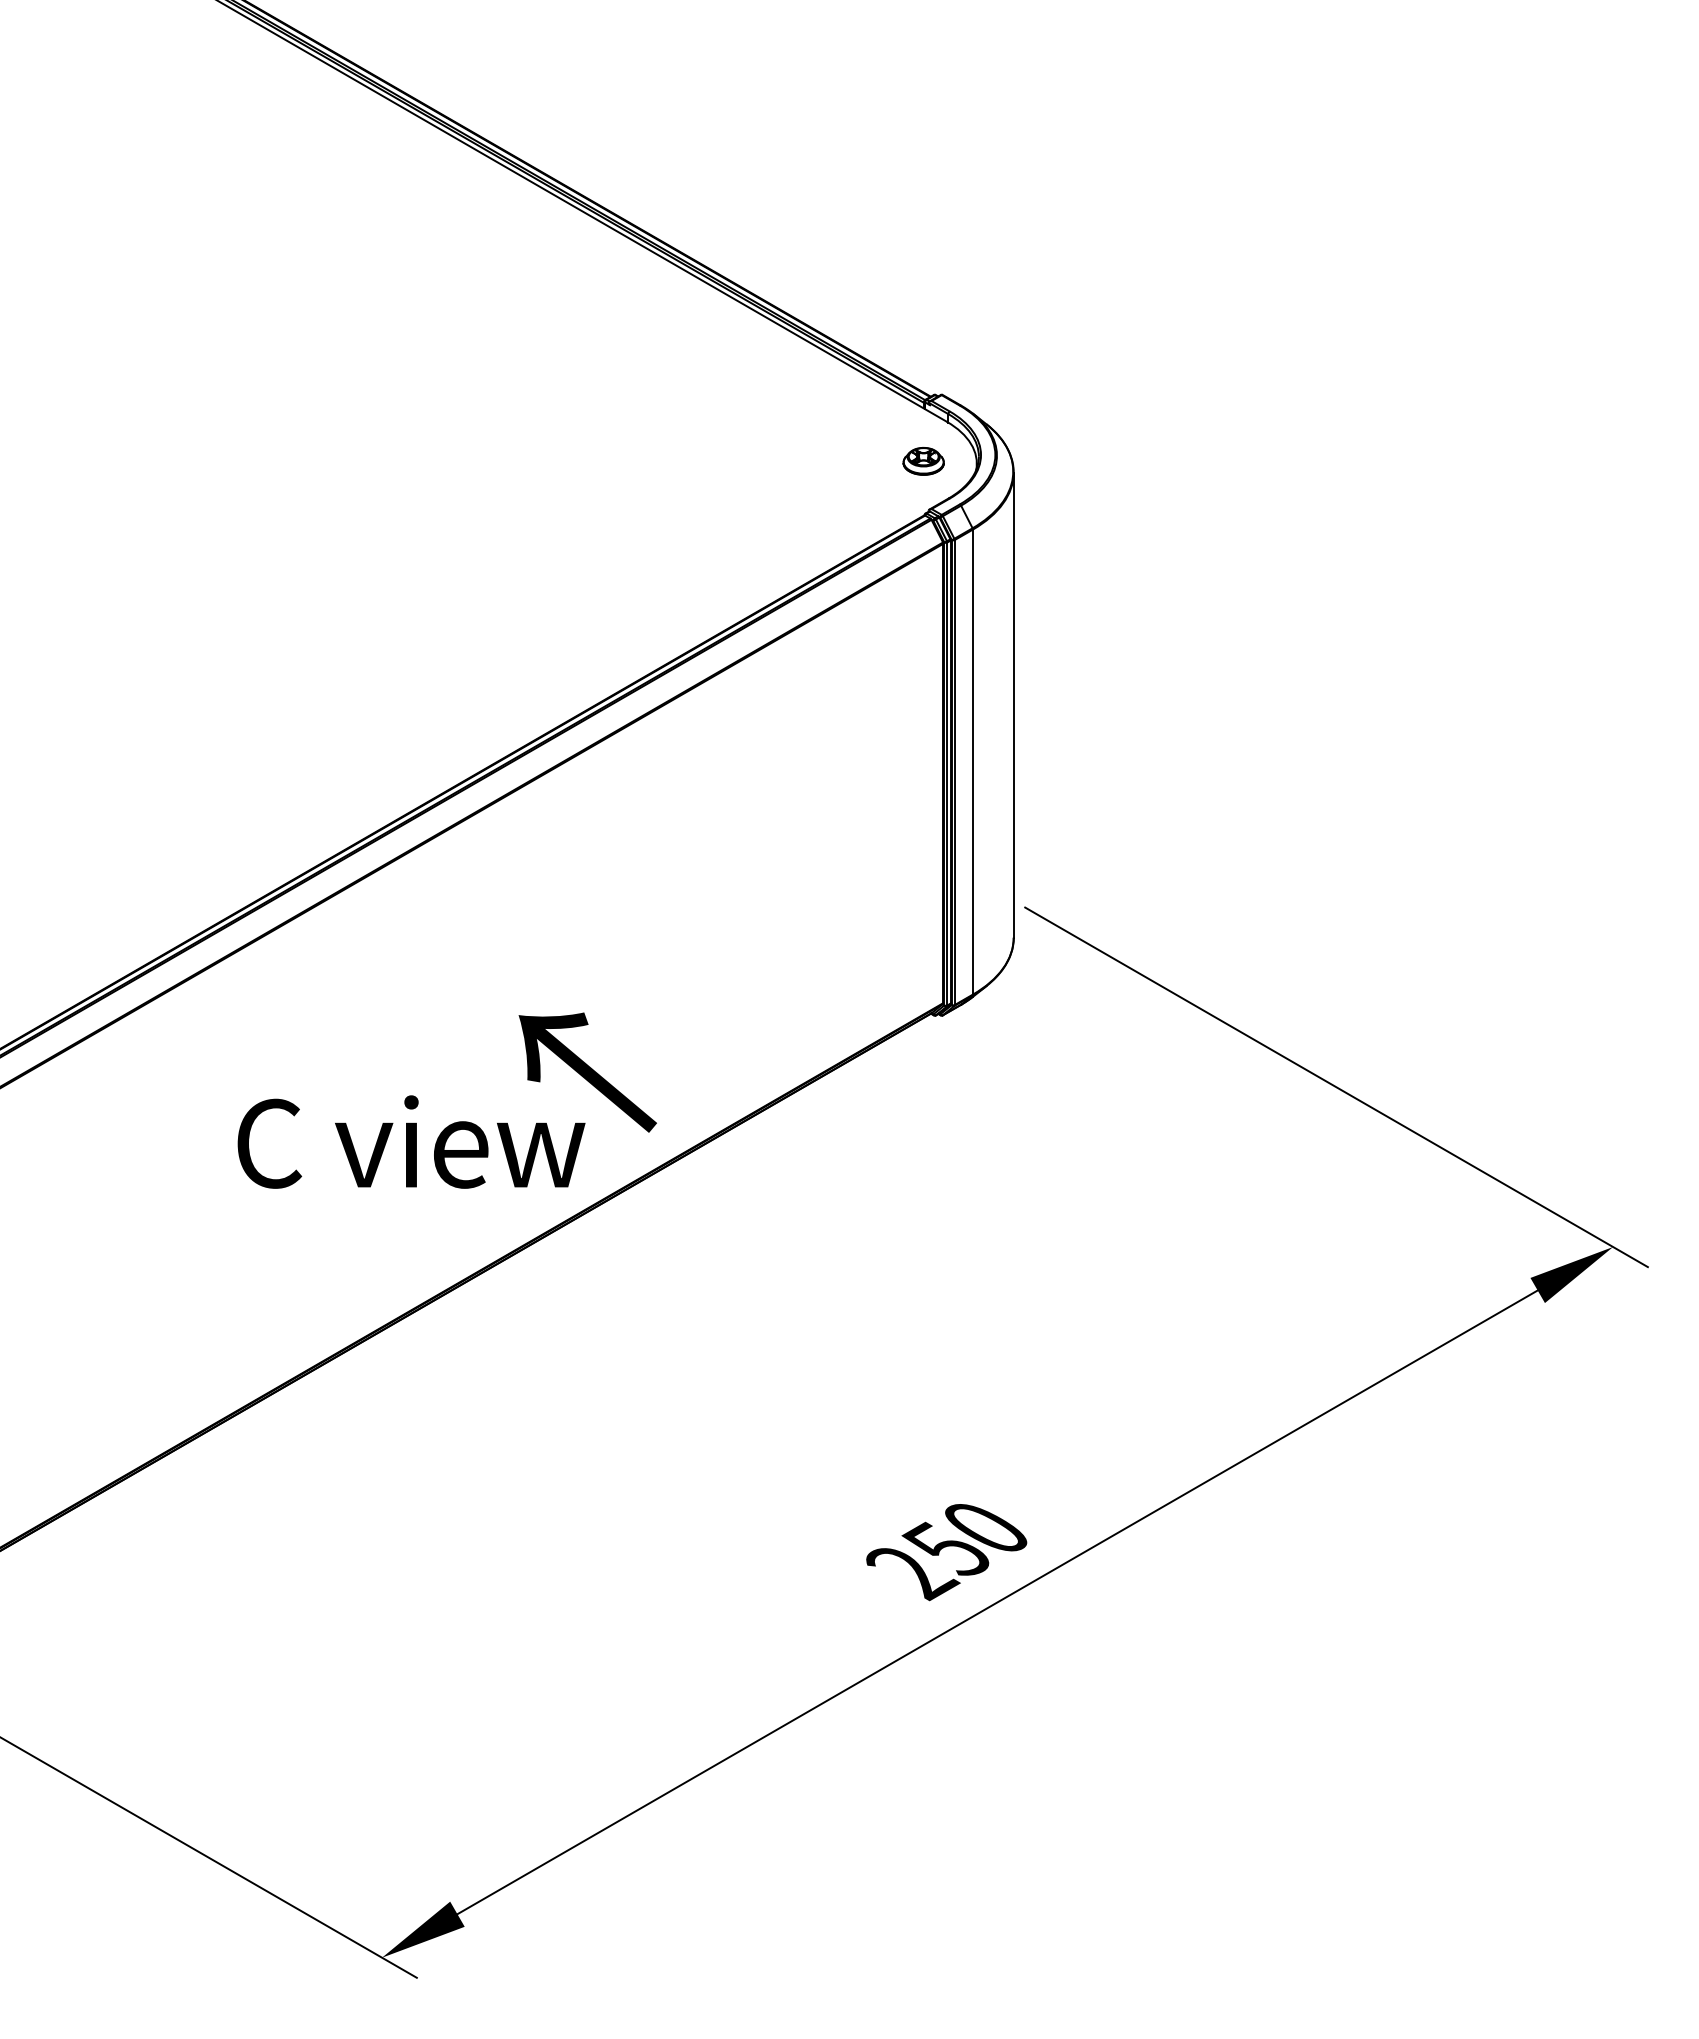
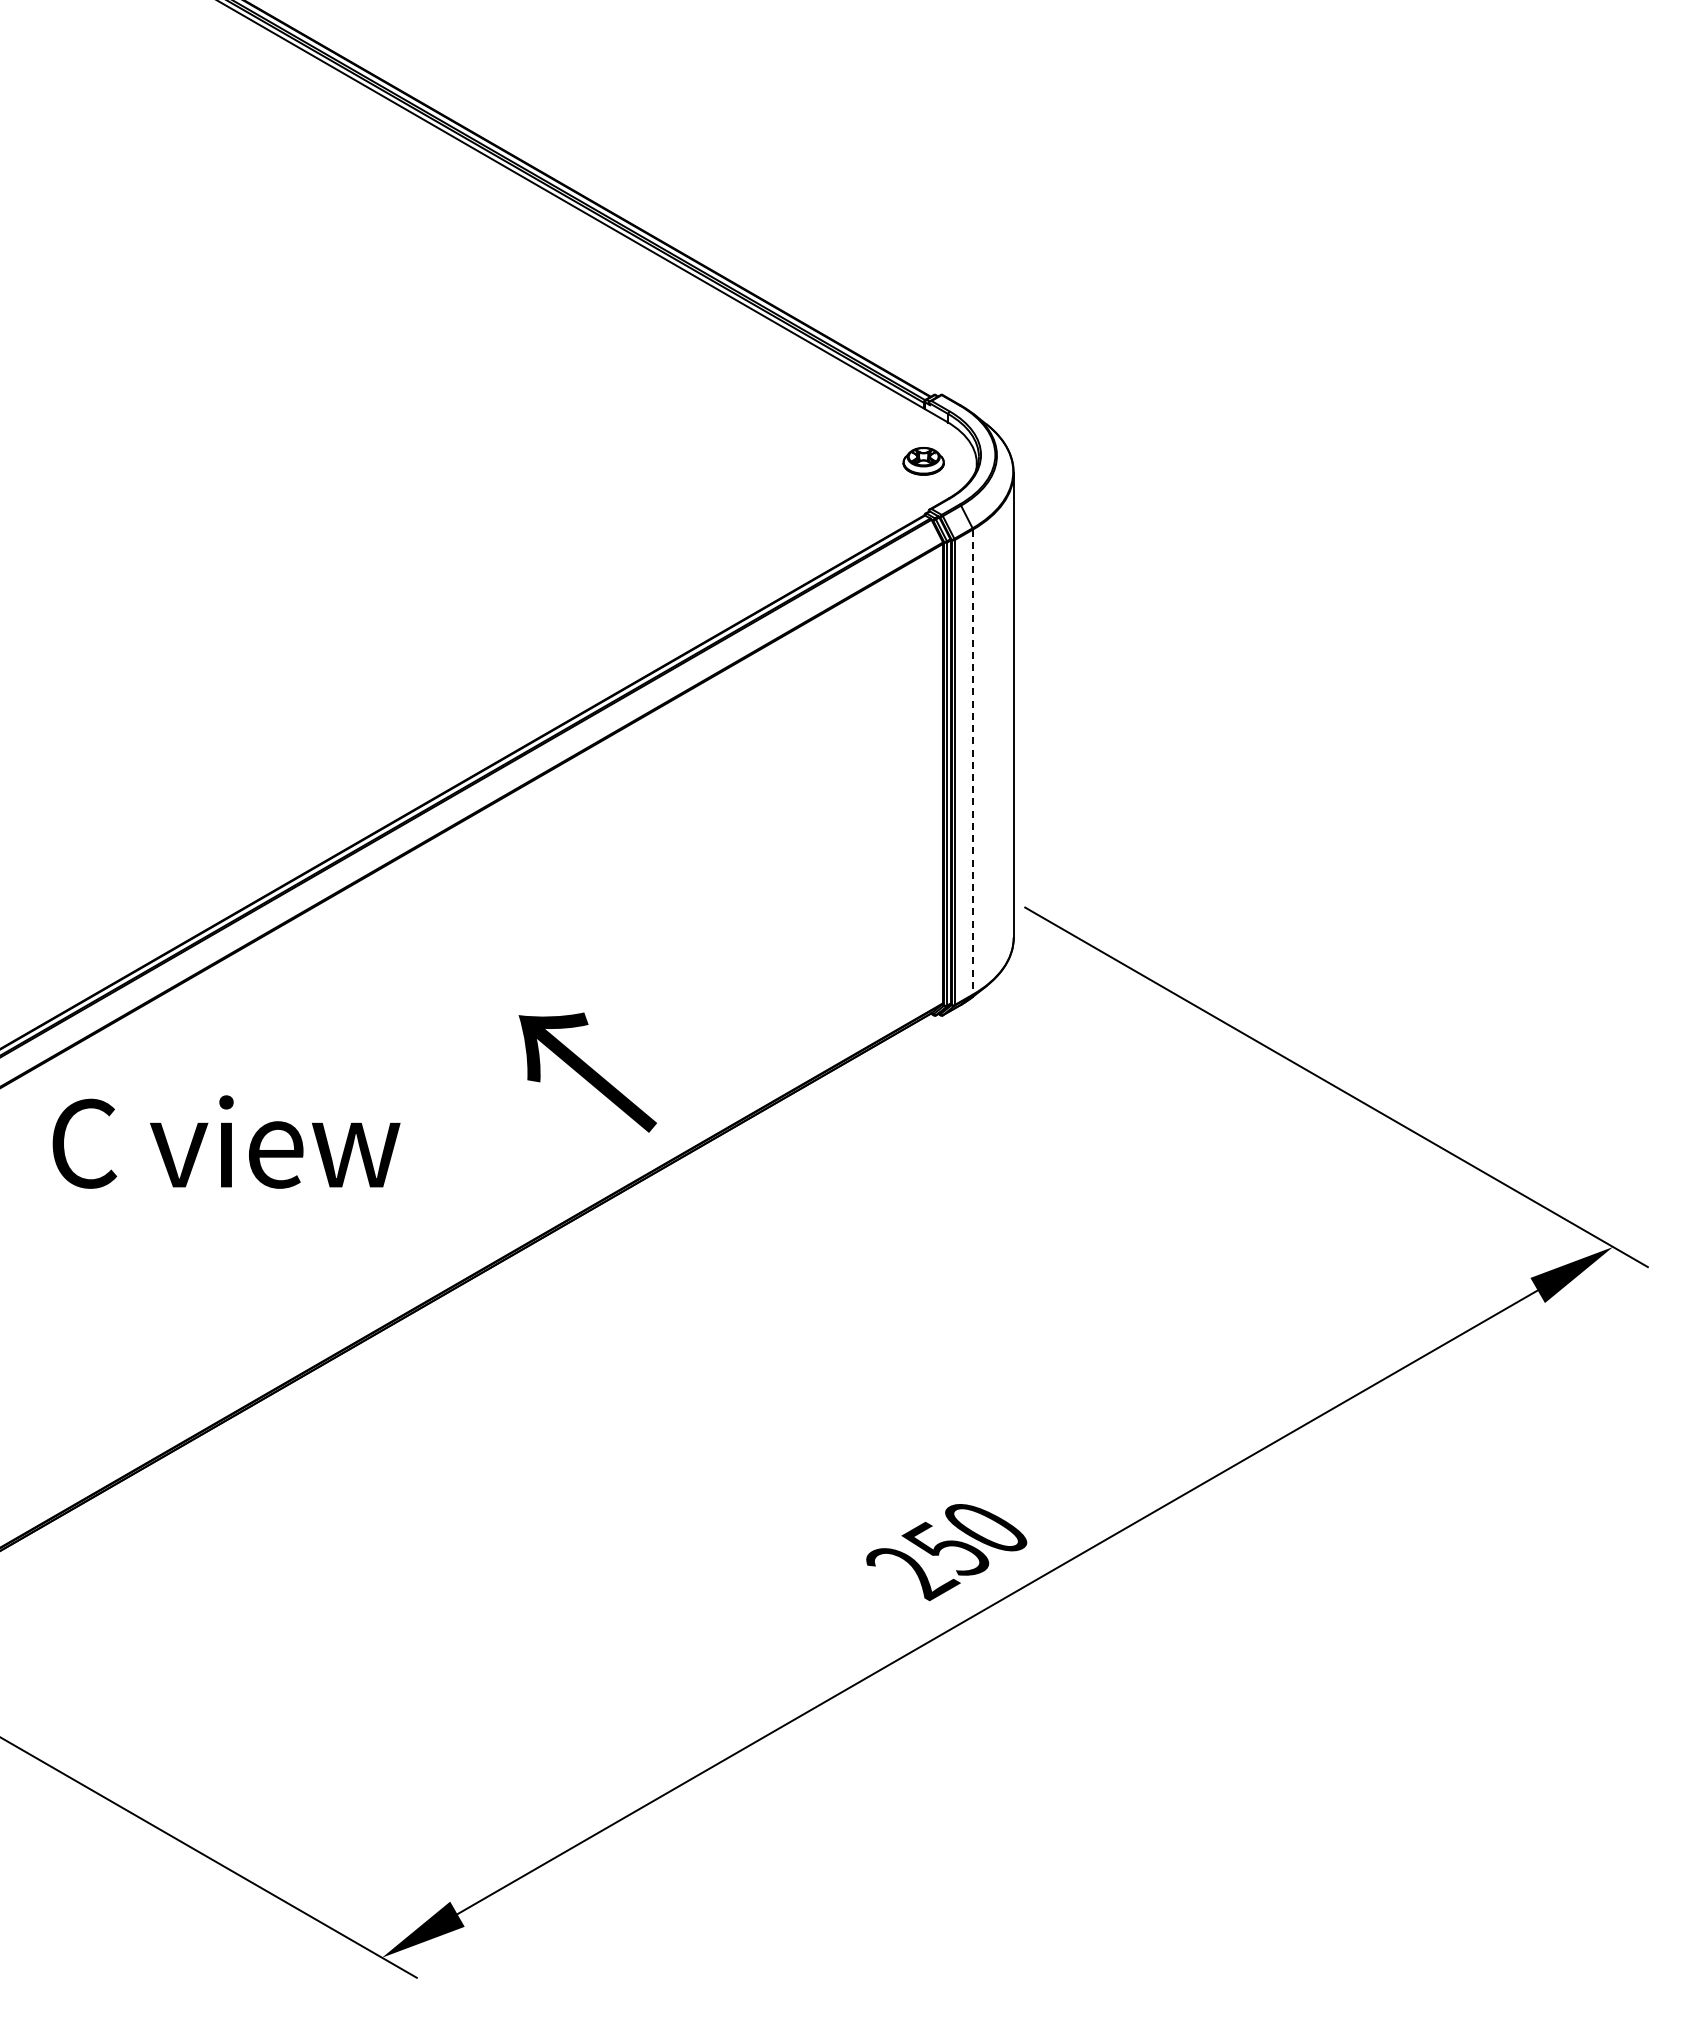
line at (972, 762): solid -> dashed
text at (411, 1141) position: (411, 1141) -> (226, 1141)
